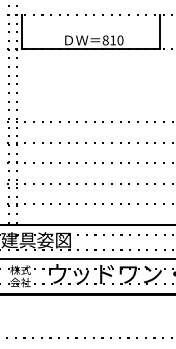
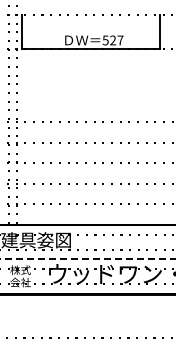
text at (112, 40): 810 -> 527
line at (88, 259): solid -> dashed
